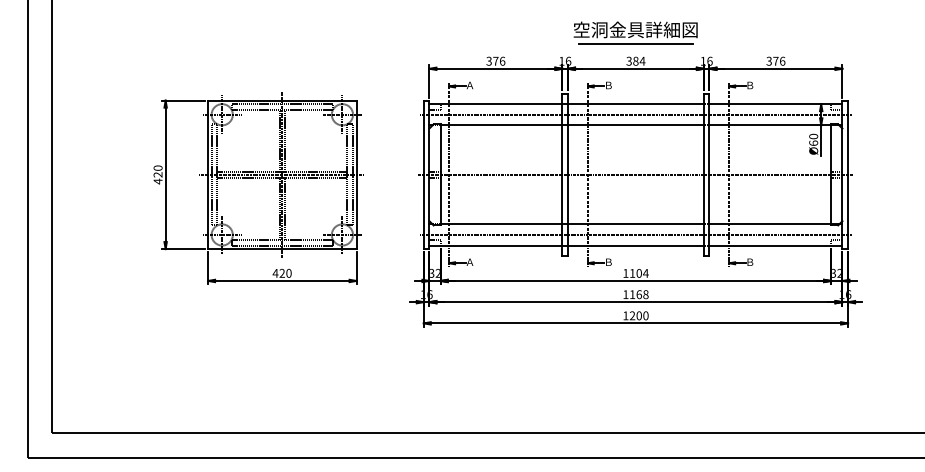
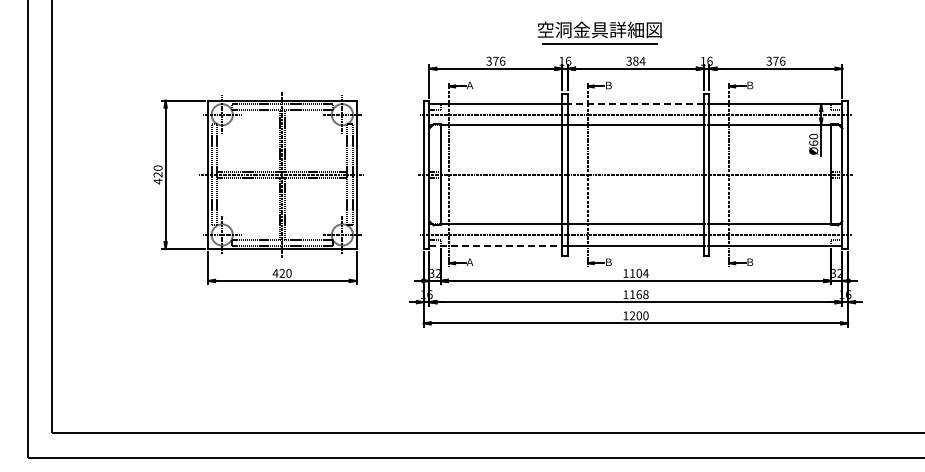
part at (635, 32) position: (635, 32) -> (599, 32)
line at (635, 104): solid -> dashed
line at (496, 245): solid -> dashed
